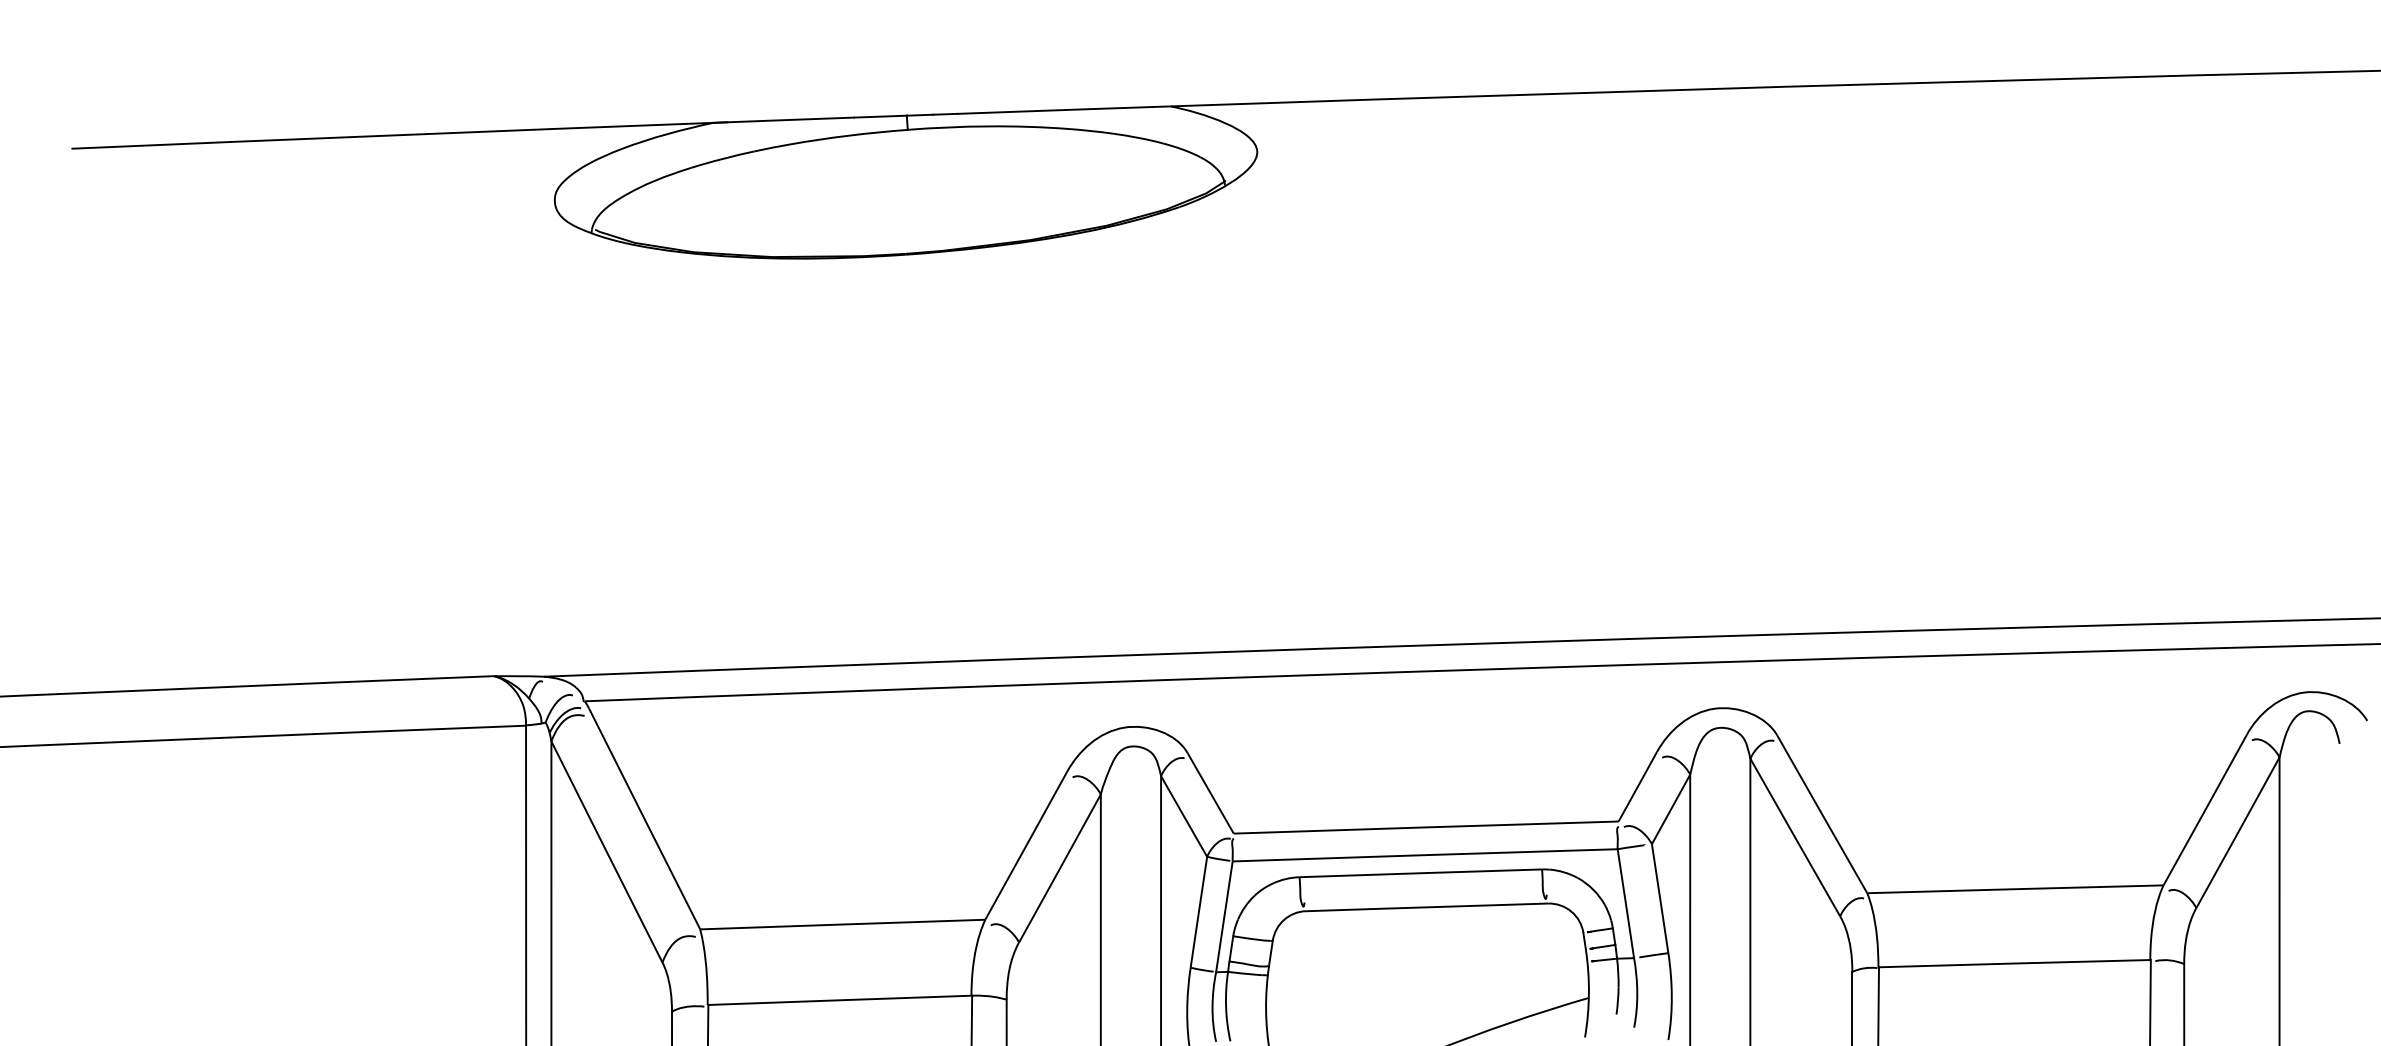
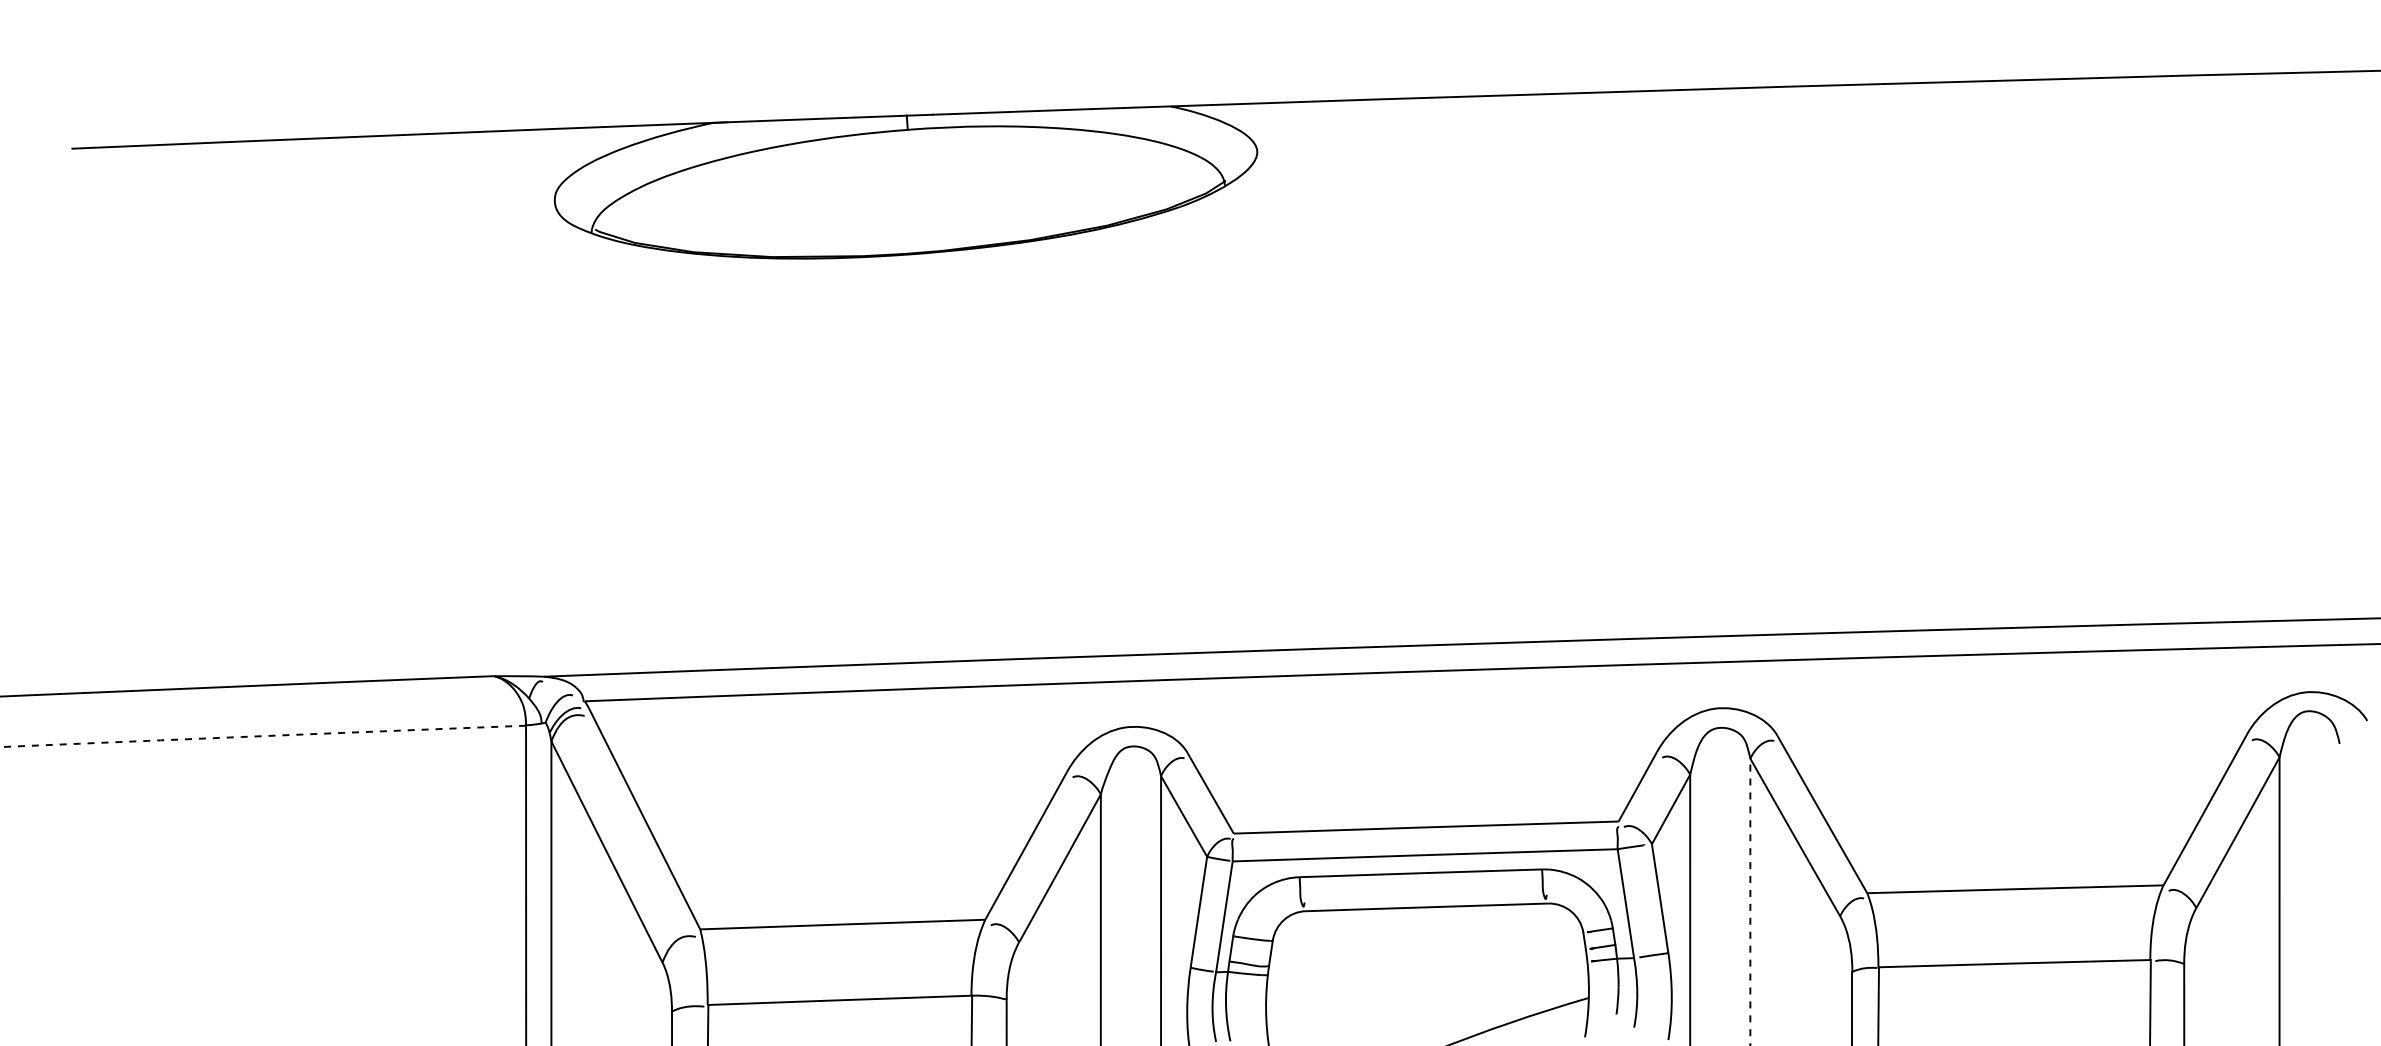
arc at (262, 736): solid -> dashed
line at (1750, 901): solid -> dashed
